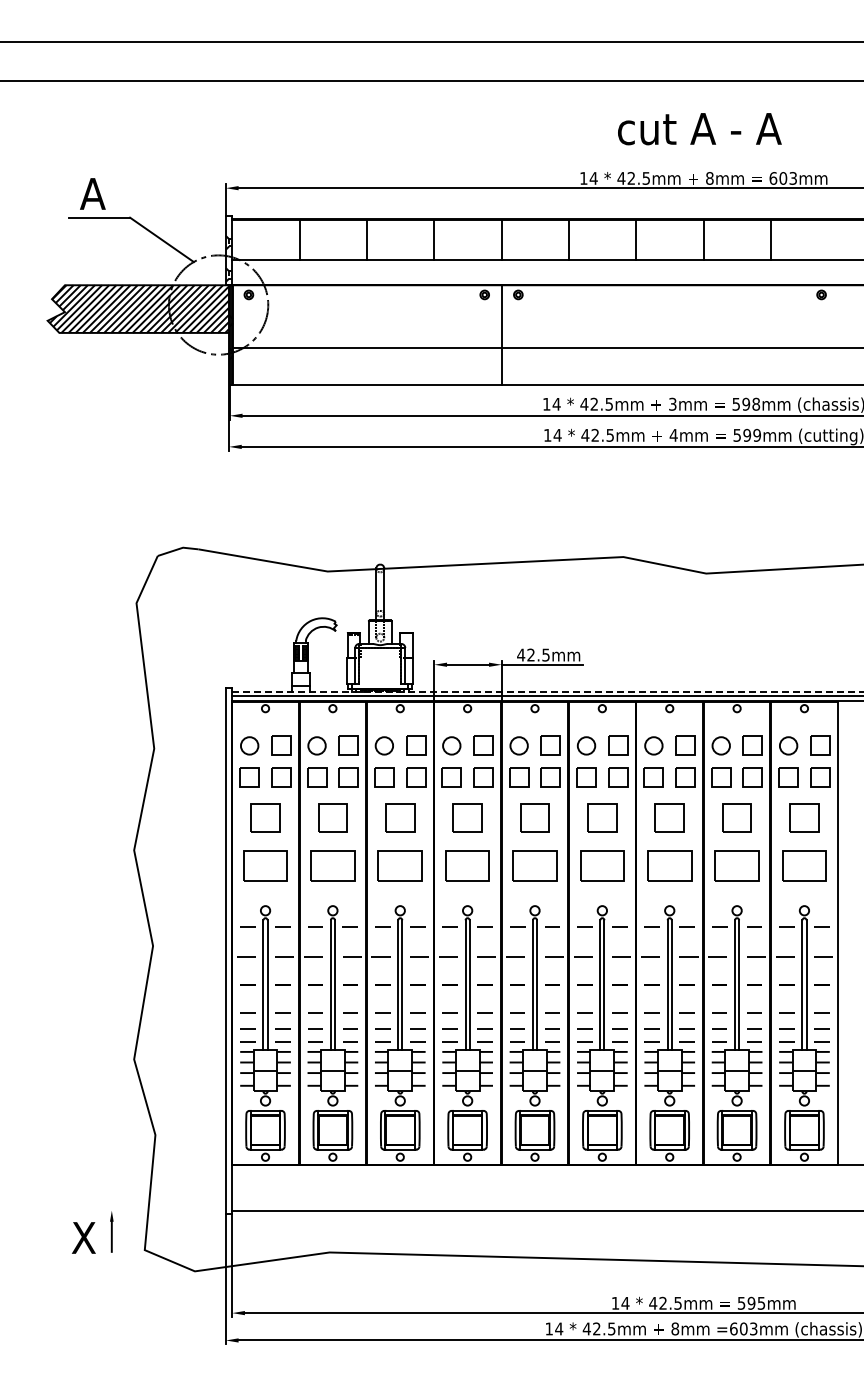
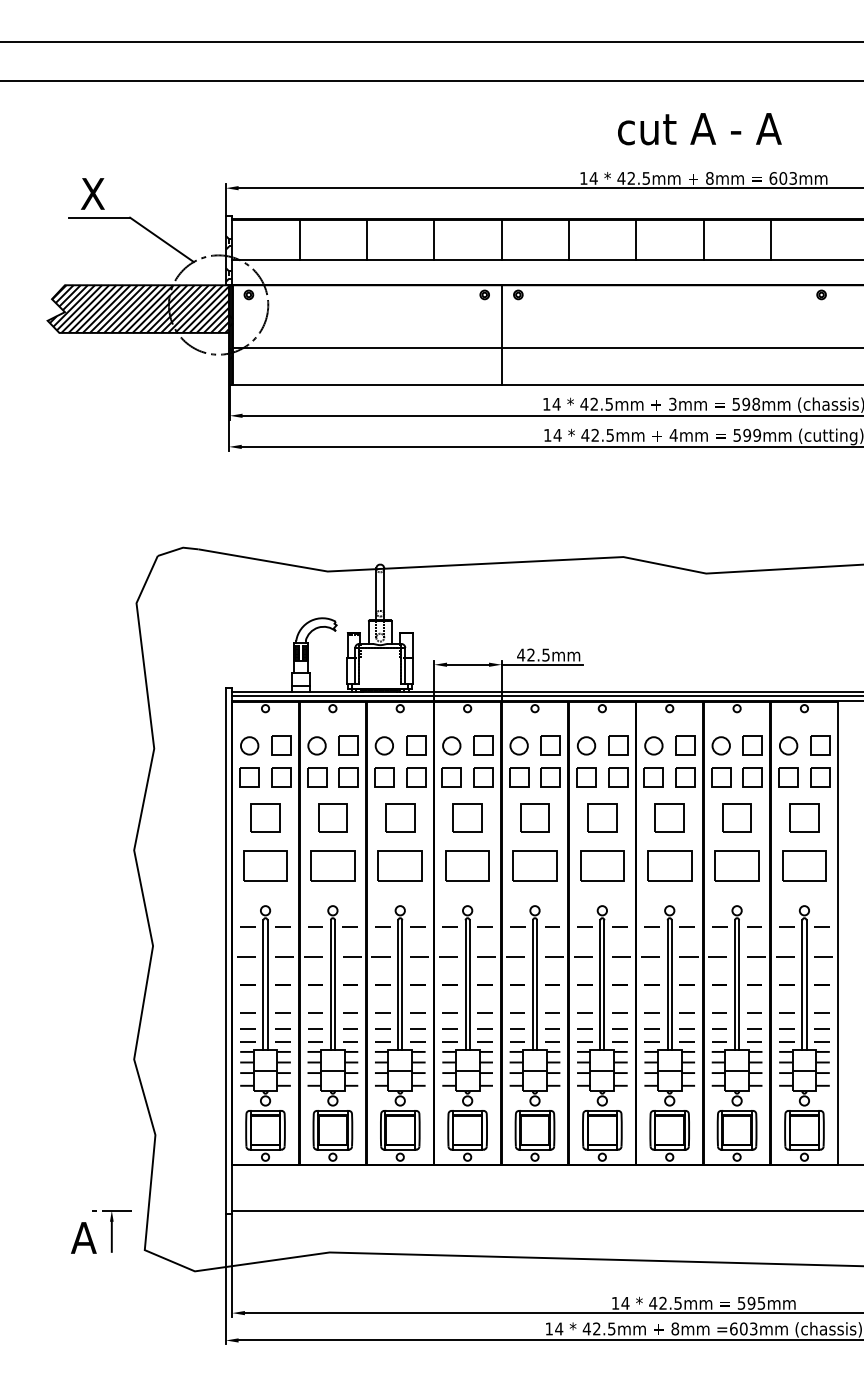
text at (92, 193): A -> X
line at (547, 691): dashed -> solid
line at (112, 1210): none -> present
text at (83, 1237): X -> A
